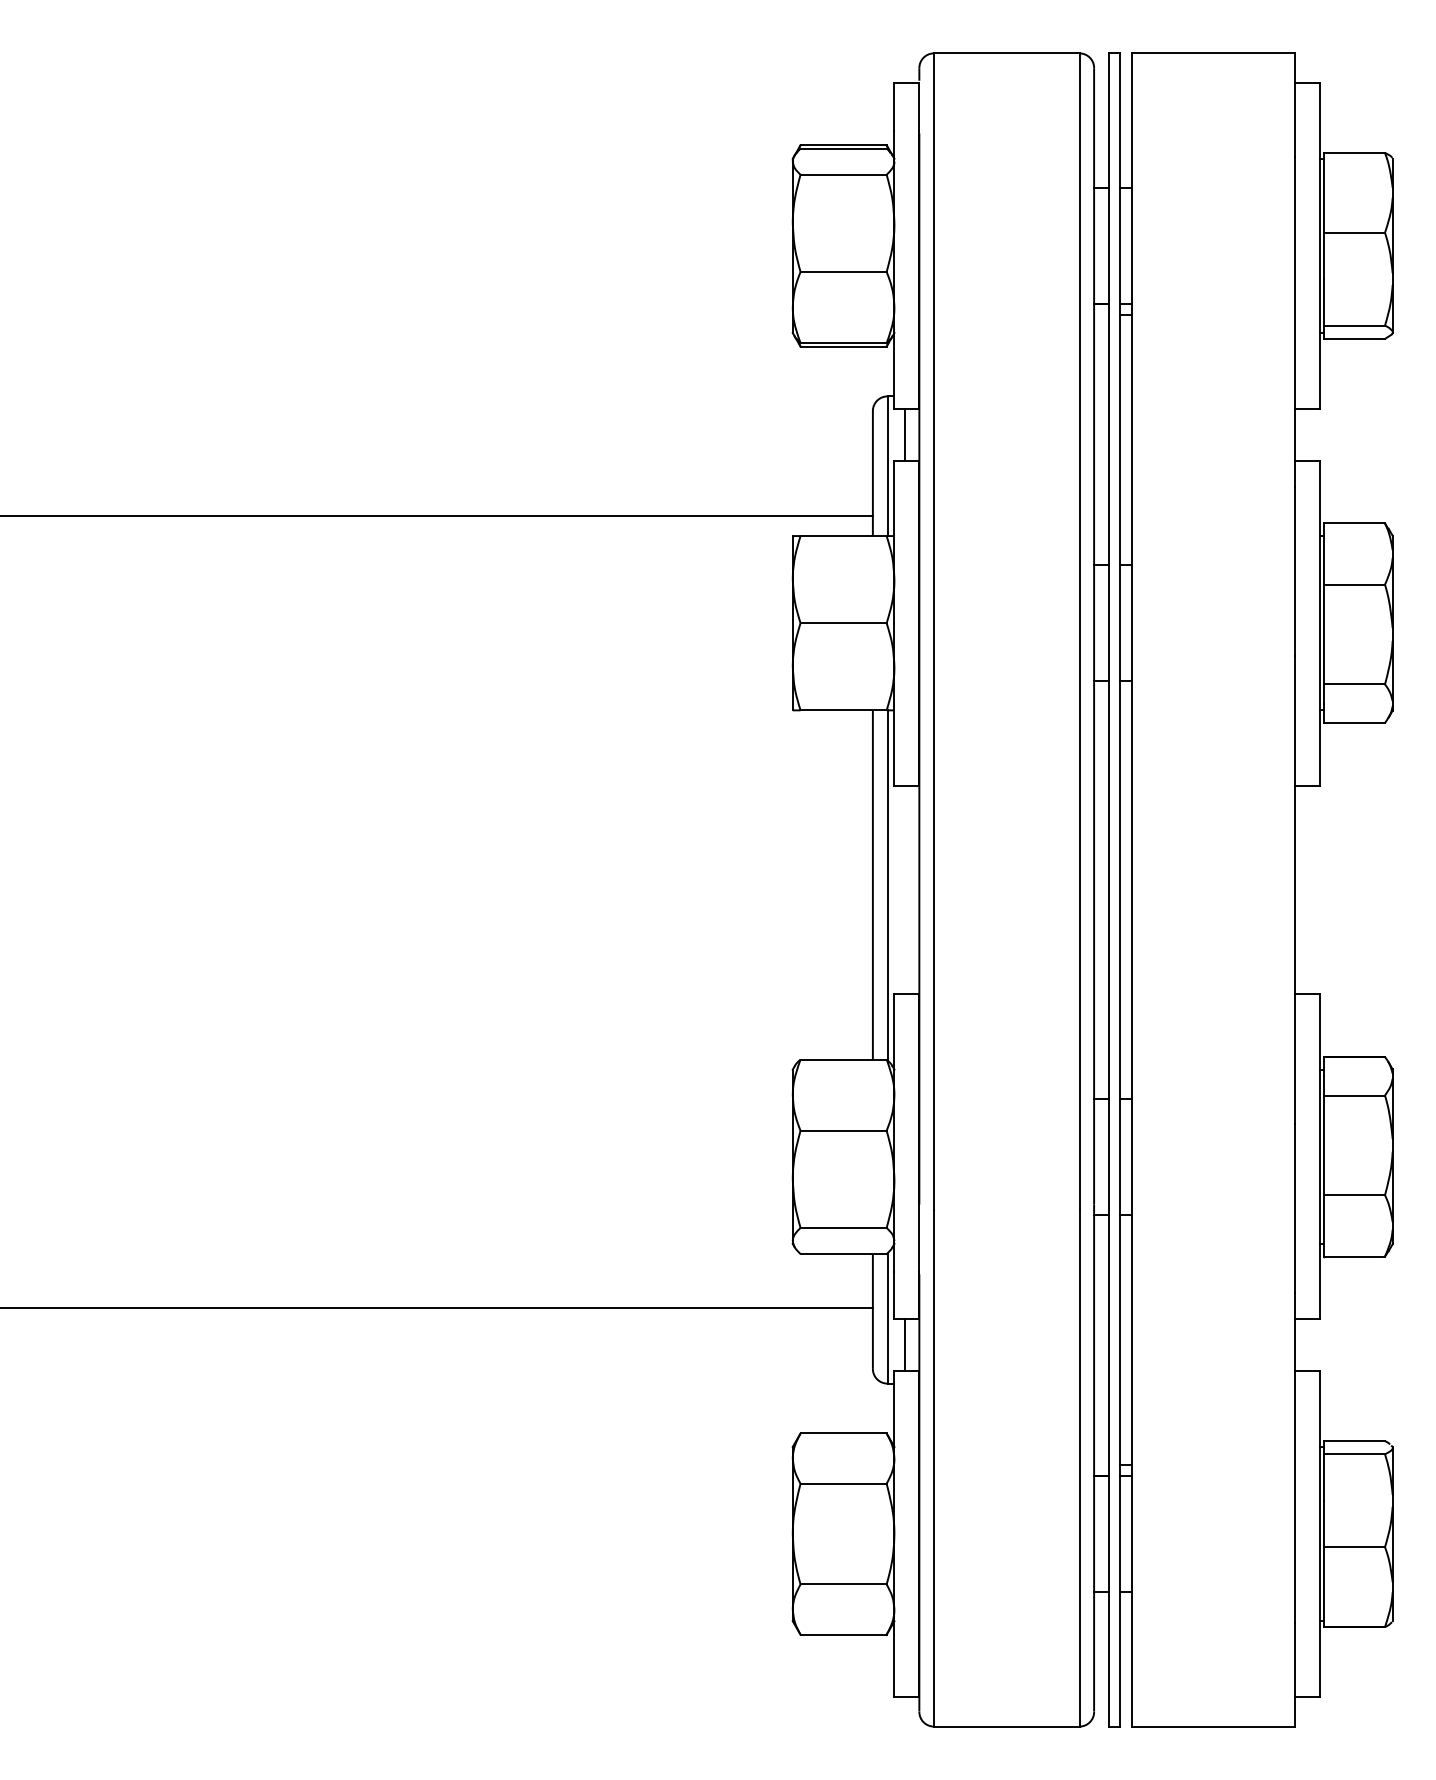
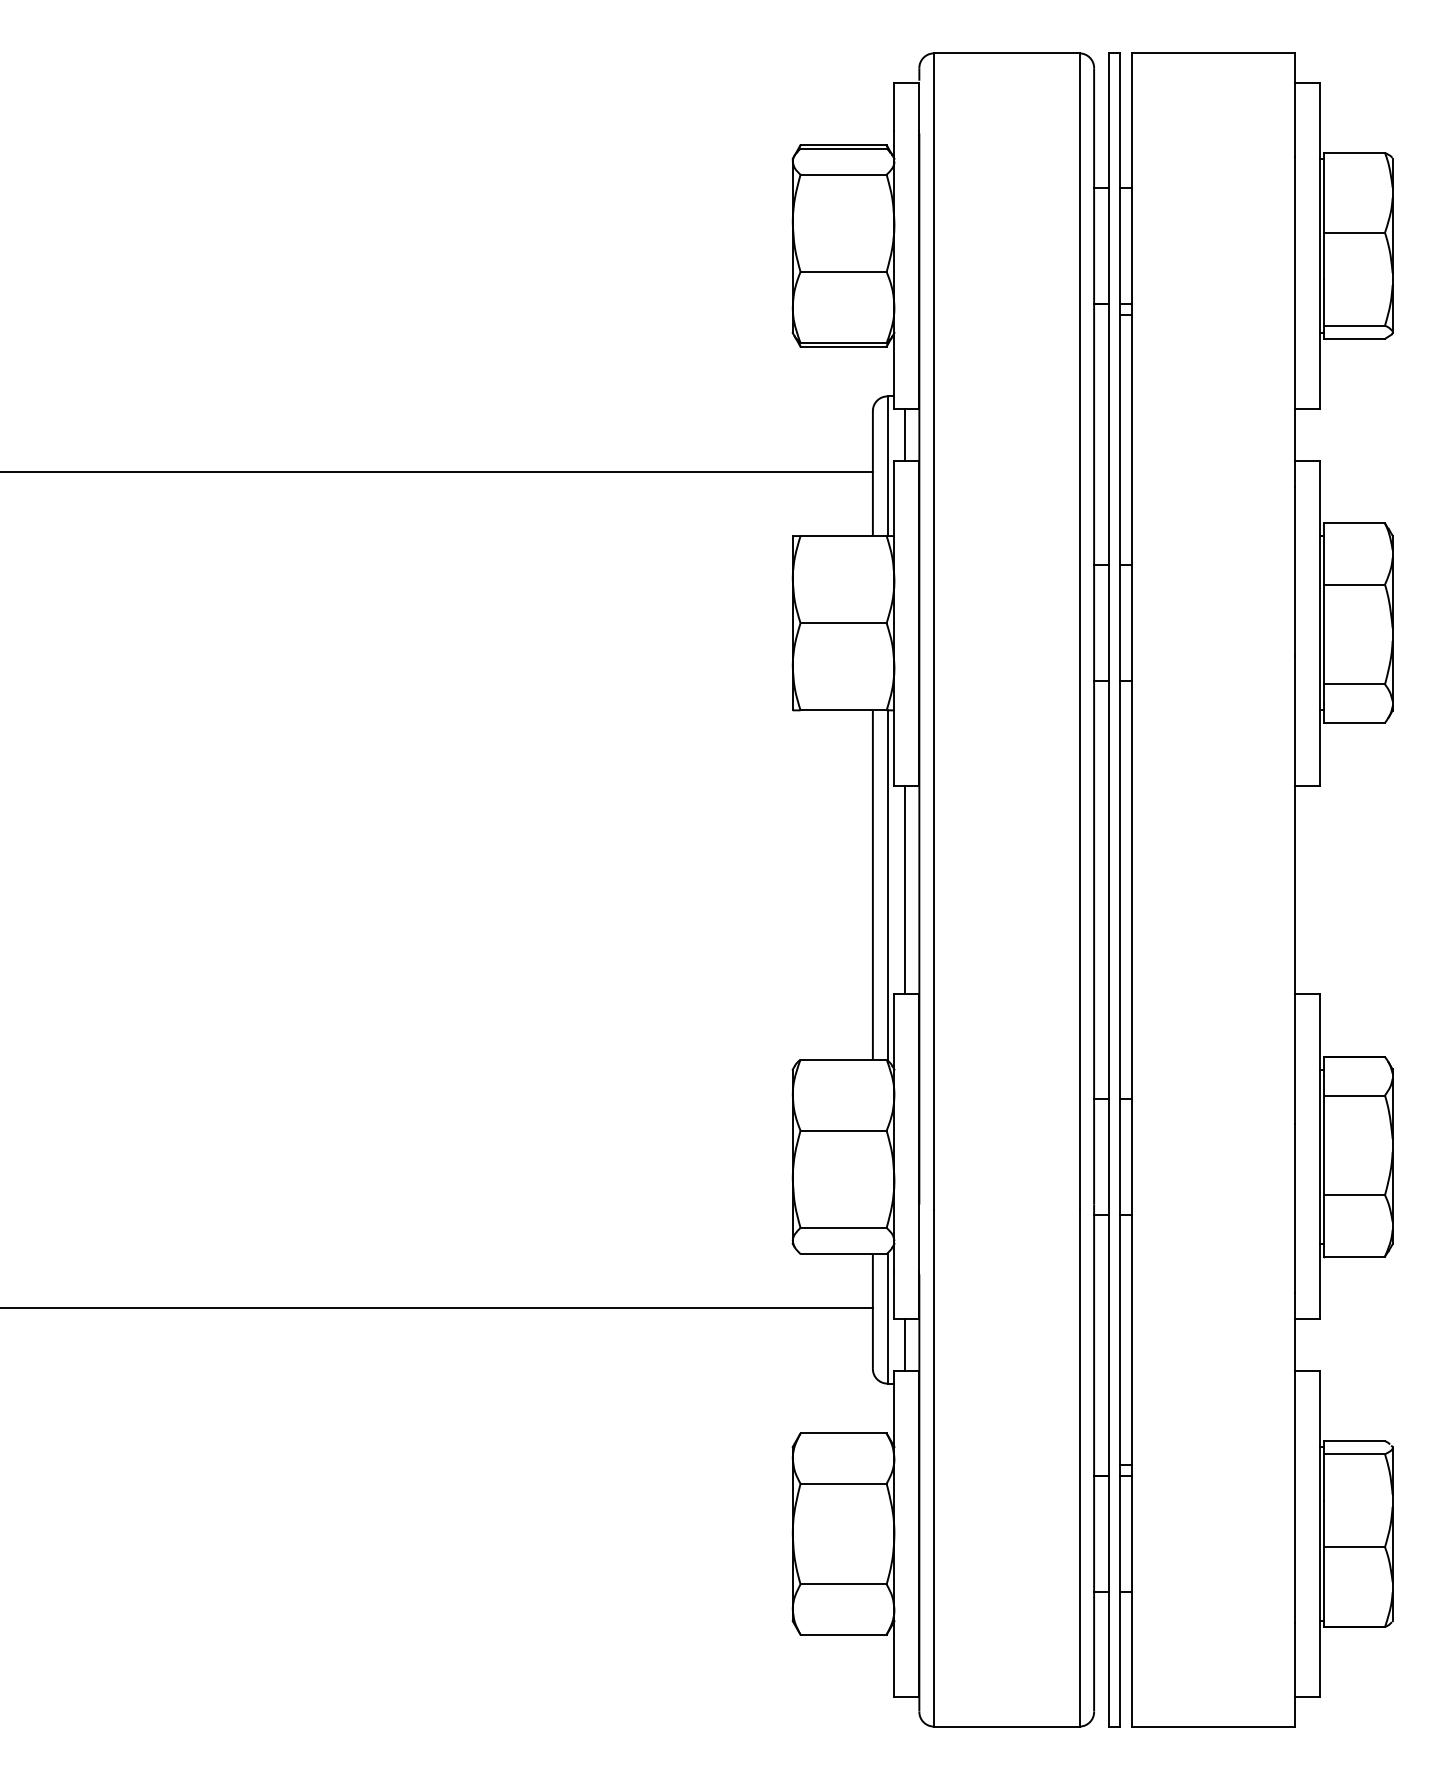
line at (437, 515) position: (437, 515) -> (437, 471)
line at (904, 889): none -> present
